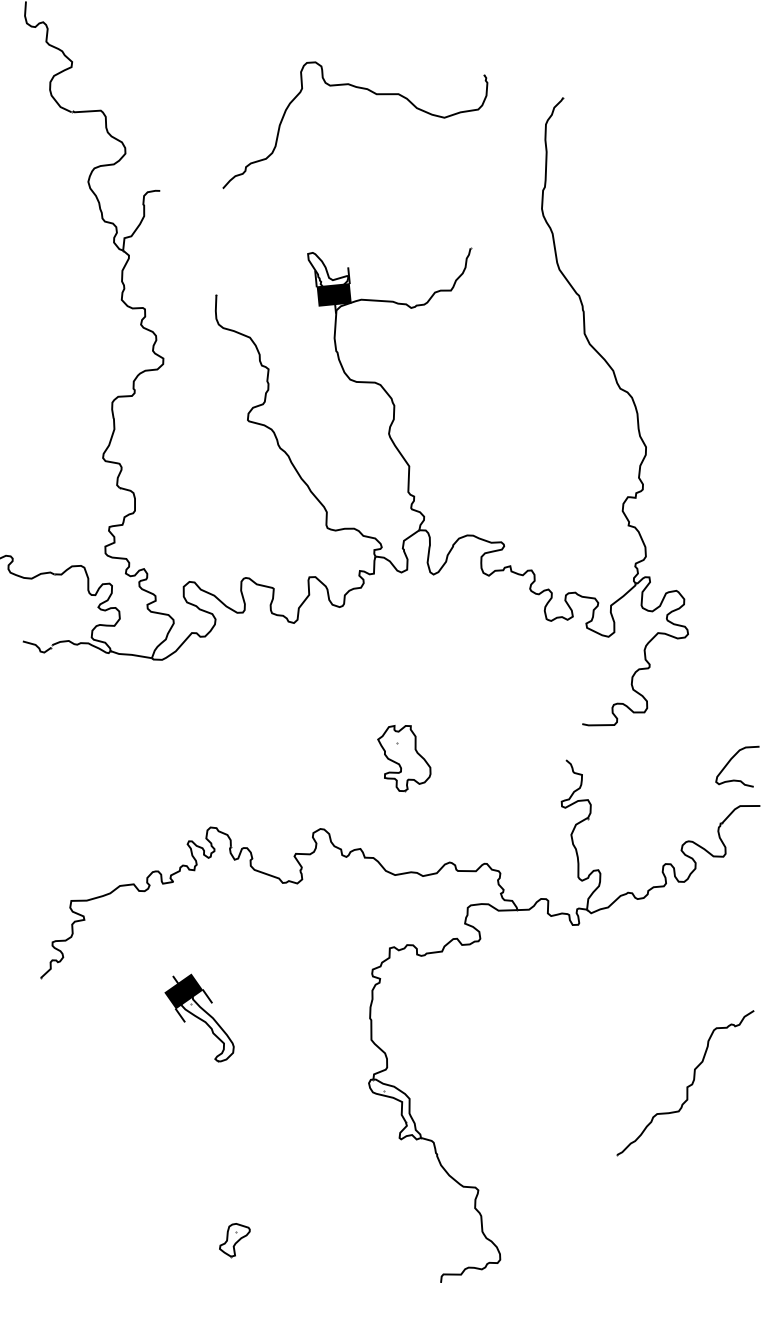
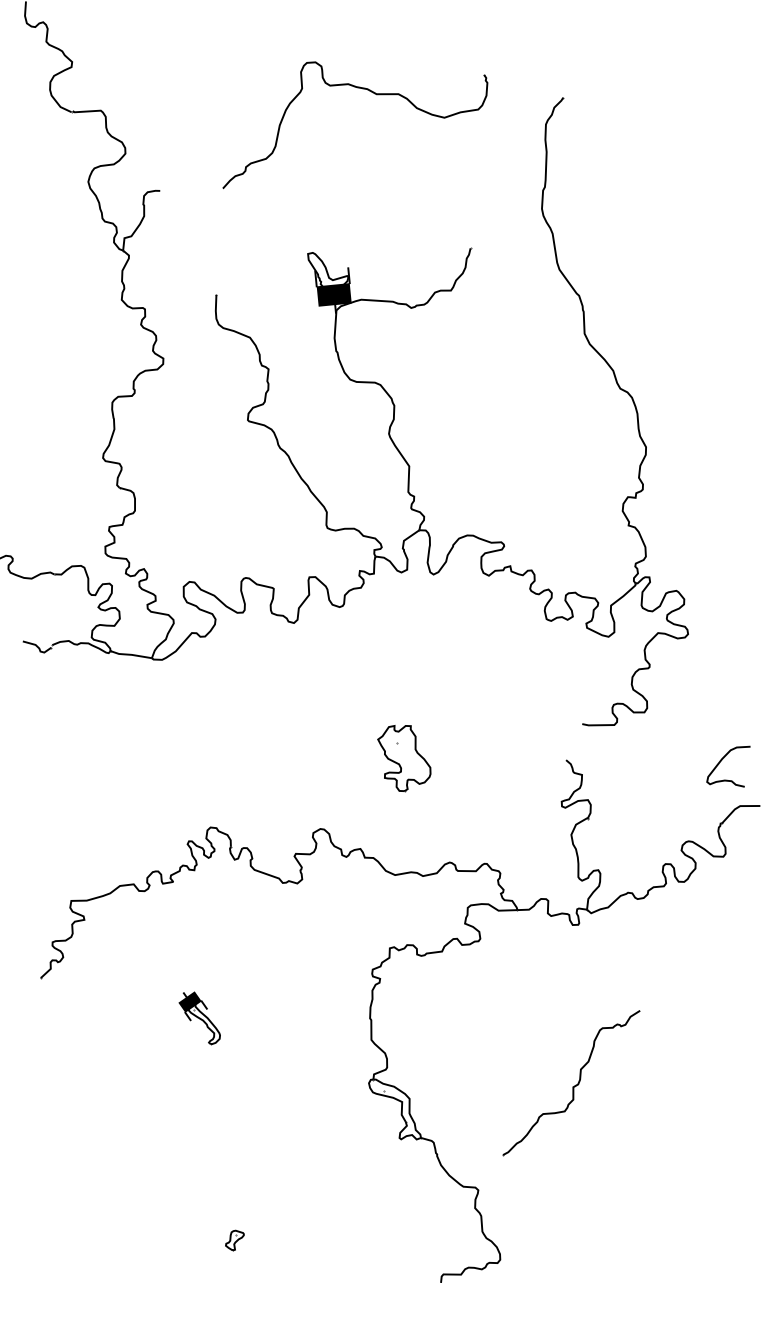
curve at (731, 760) position: (731, 760) -> (722, 760)
part at (199, 1017) size: 71x90 px -> 43x55 px
part at (685, 1083) position: (685, 1083) -> (571, 1083)
part at (234, 1240) size: 32x36 px -> 20x23 px
